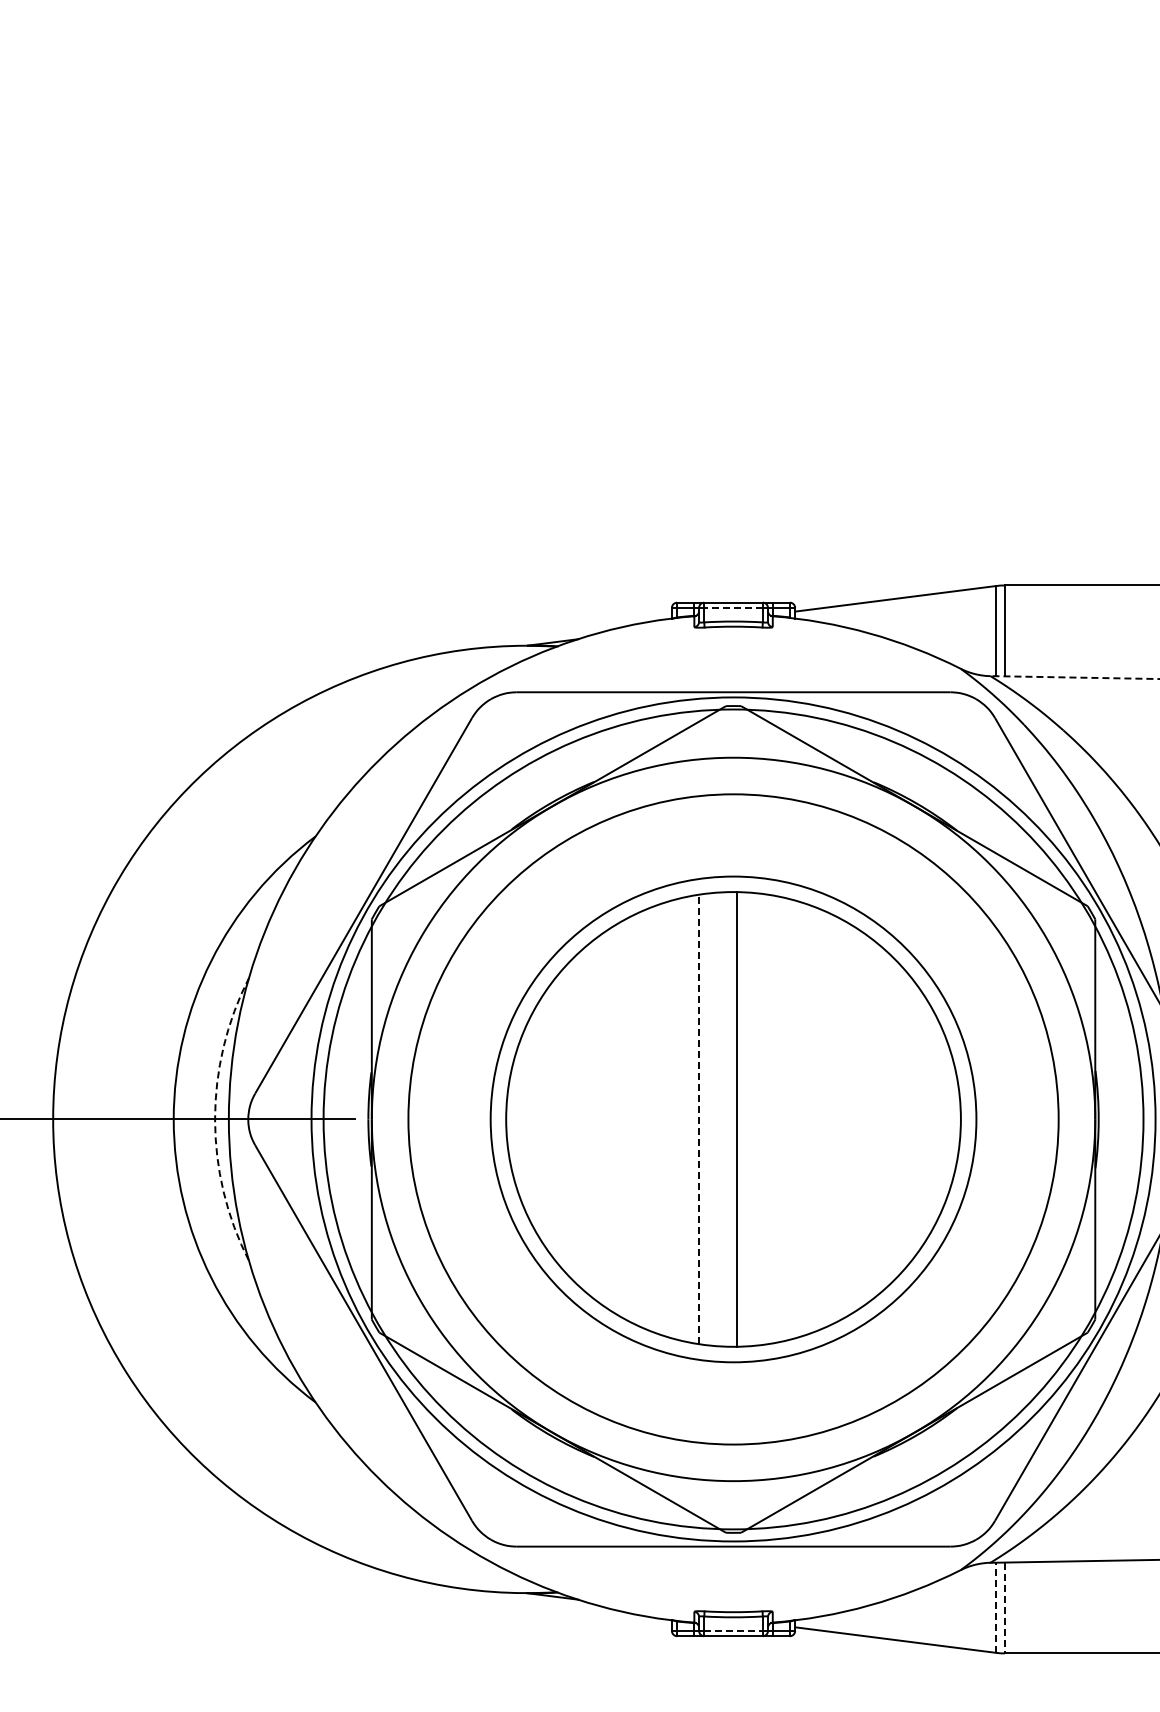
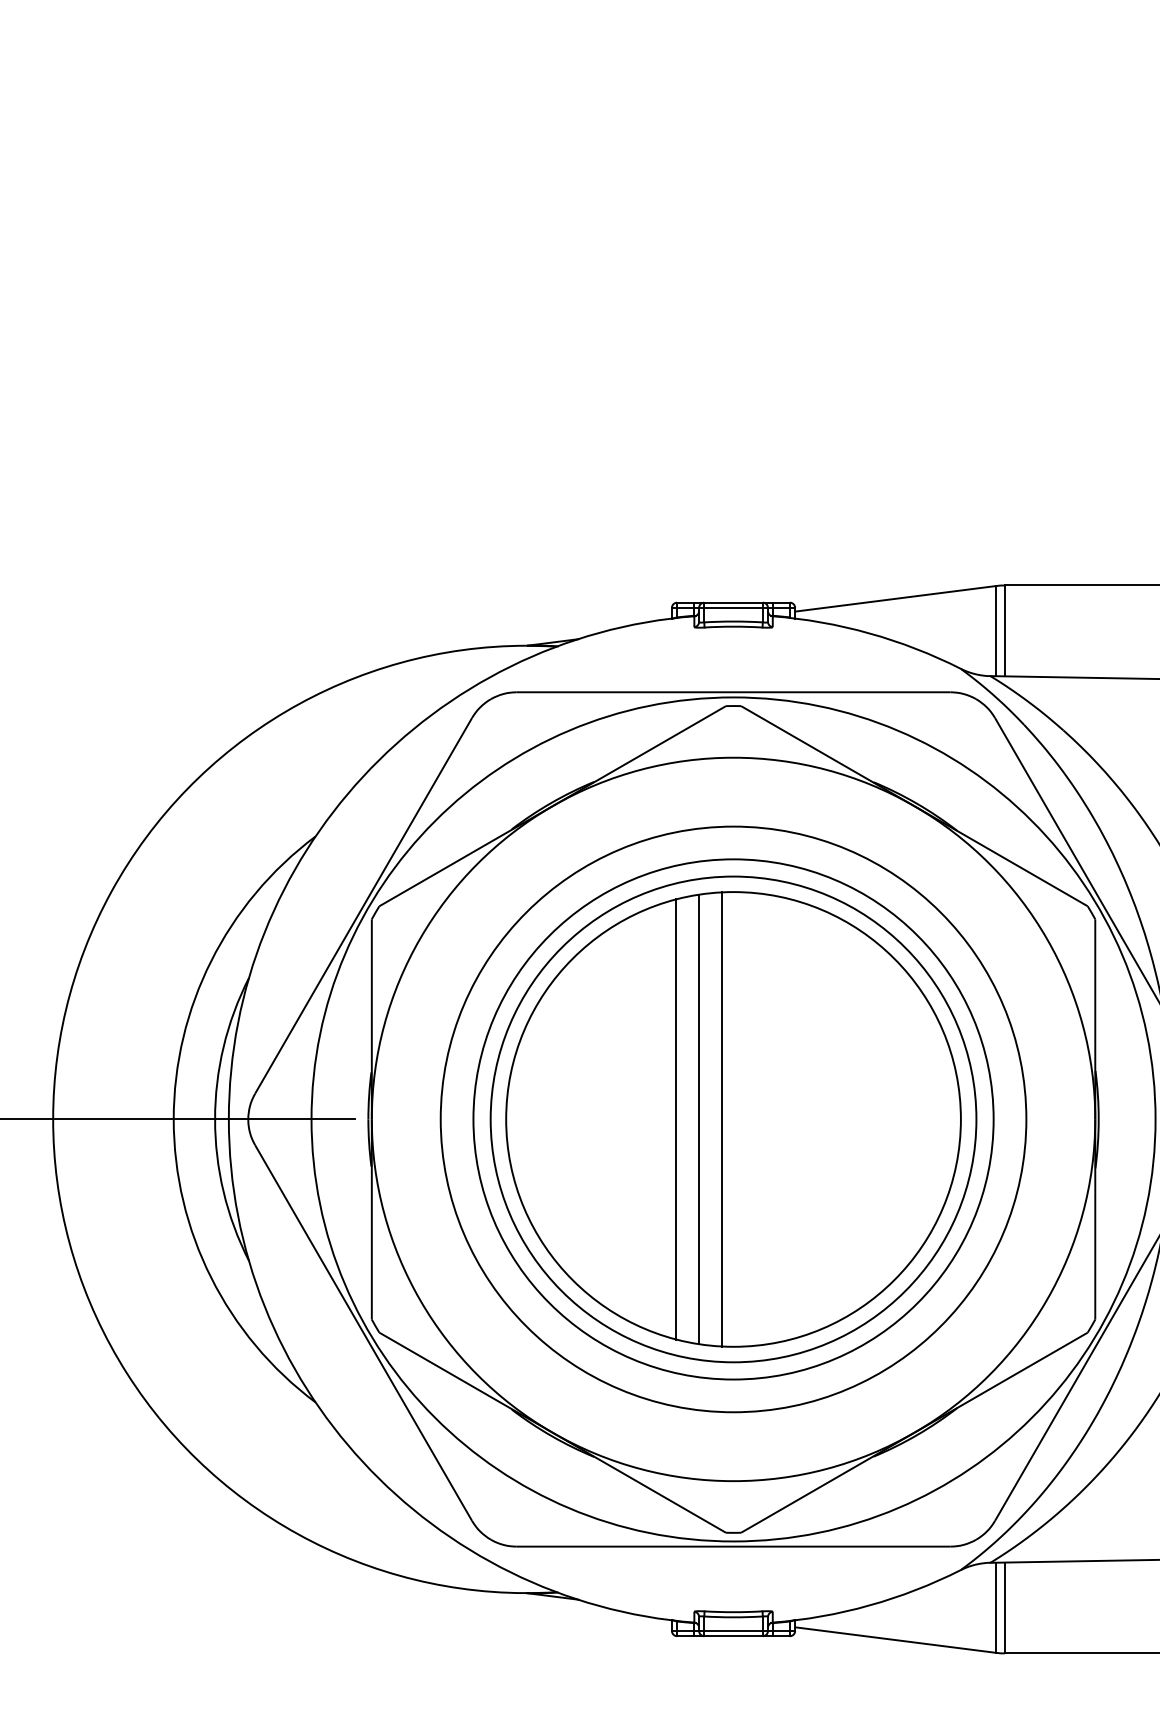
line at (733, 607): dashed -> solid
line at (1074, 677): dashed -> solid
arc at (215, 1119): dashed -> solid
line at (676, 1119): none -> present
line at (699, 1119): dashed -> solid
circle at (733, 1119) diameter: 650 px -> 520 px
circle at (733, 1119) diameter: 820 px -> 586 px
line at (736, 1119) position: (736, 1119) -> (721, 1119)
line at (996, 1607): dashed -> solid
line at (1004, 1608): dashed -> solid
line at (734, 1631): dashed -> solid
